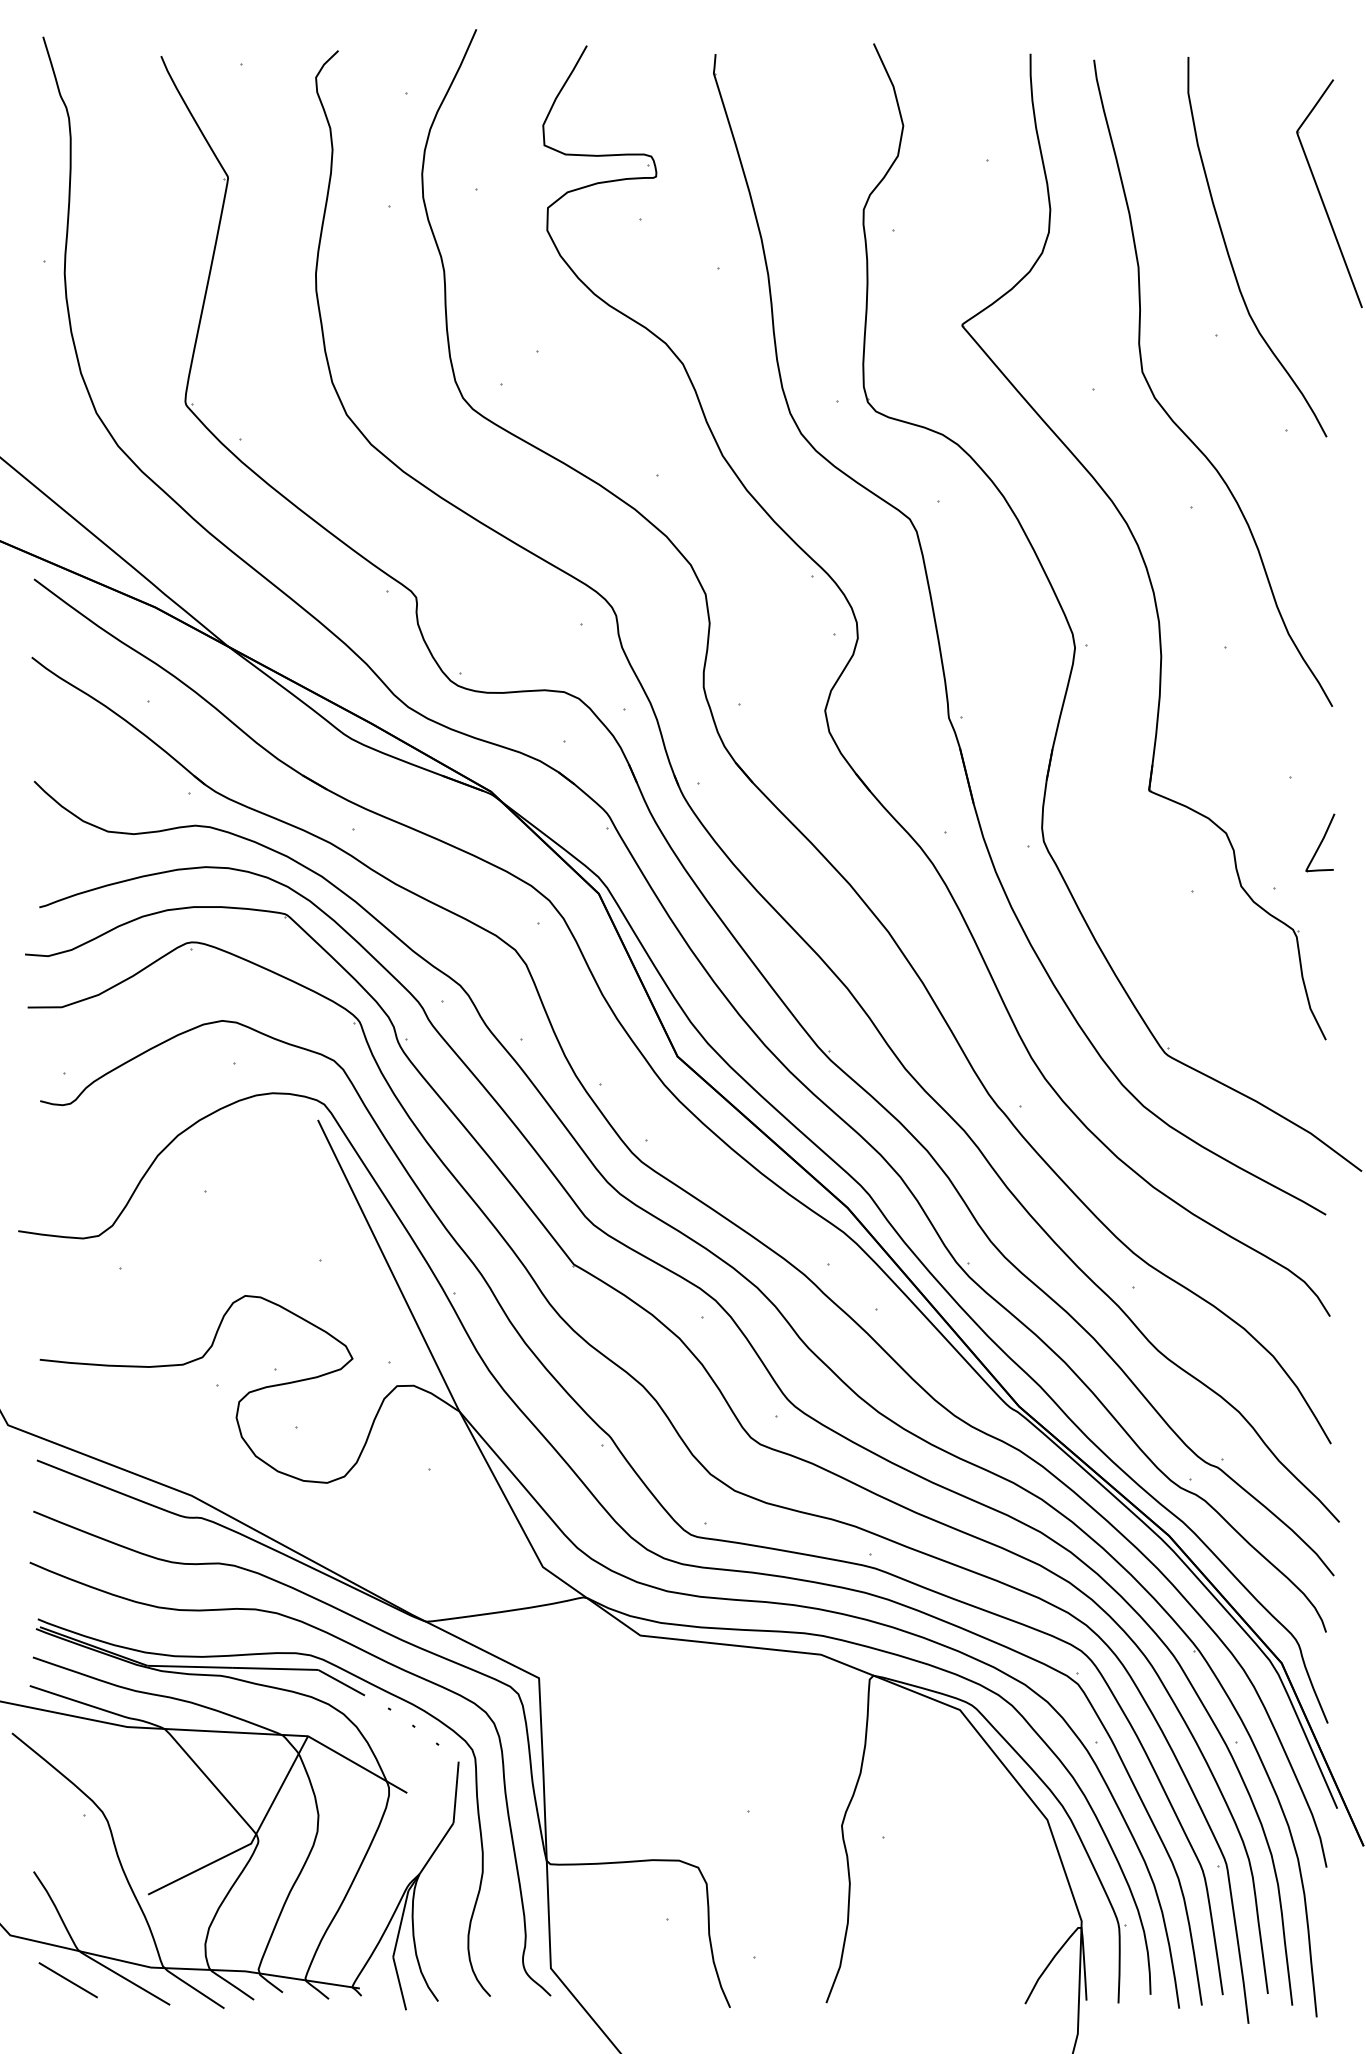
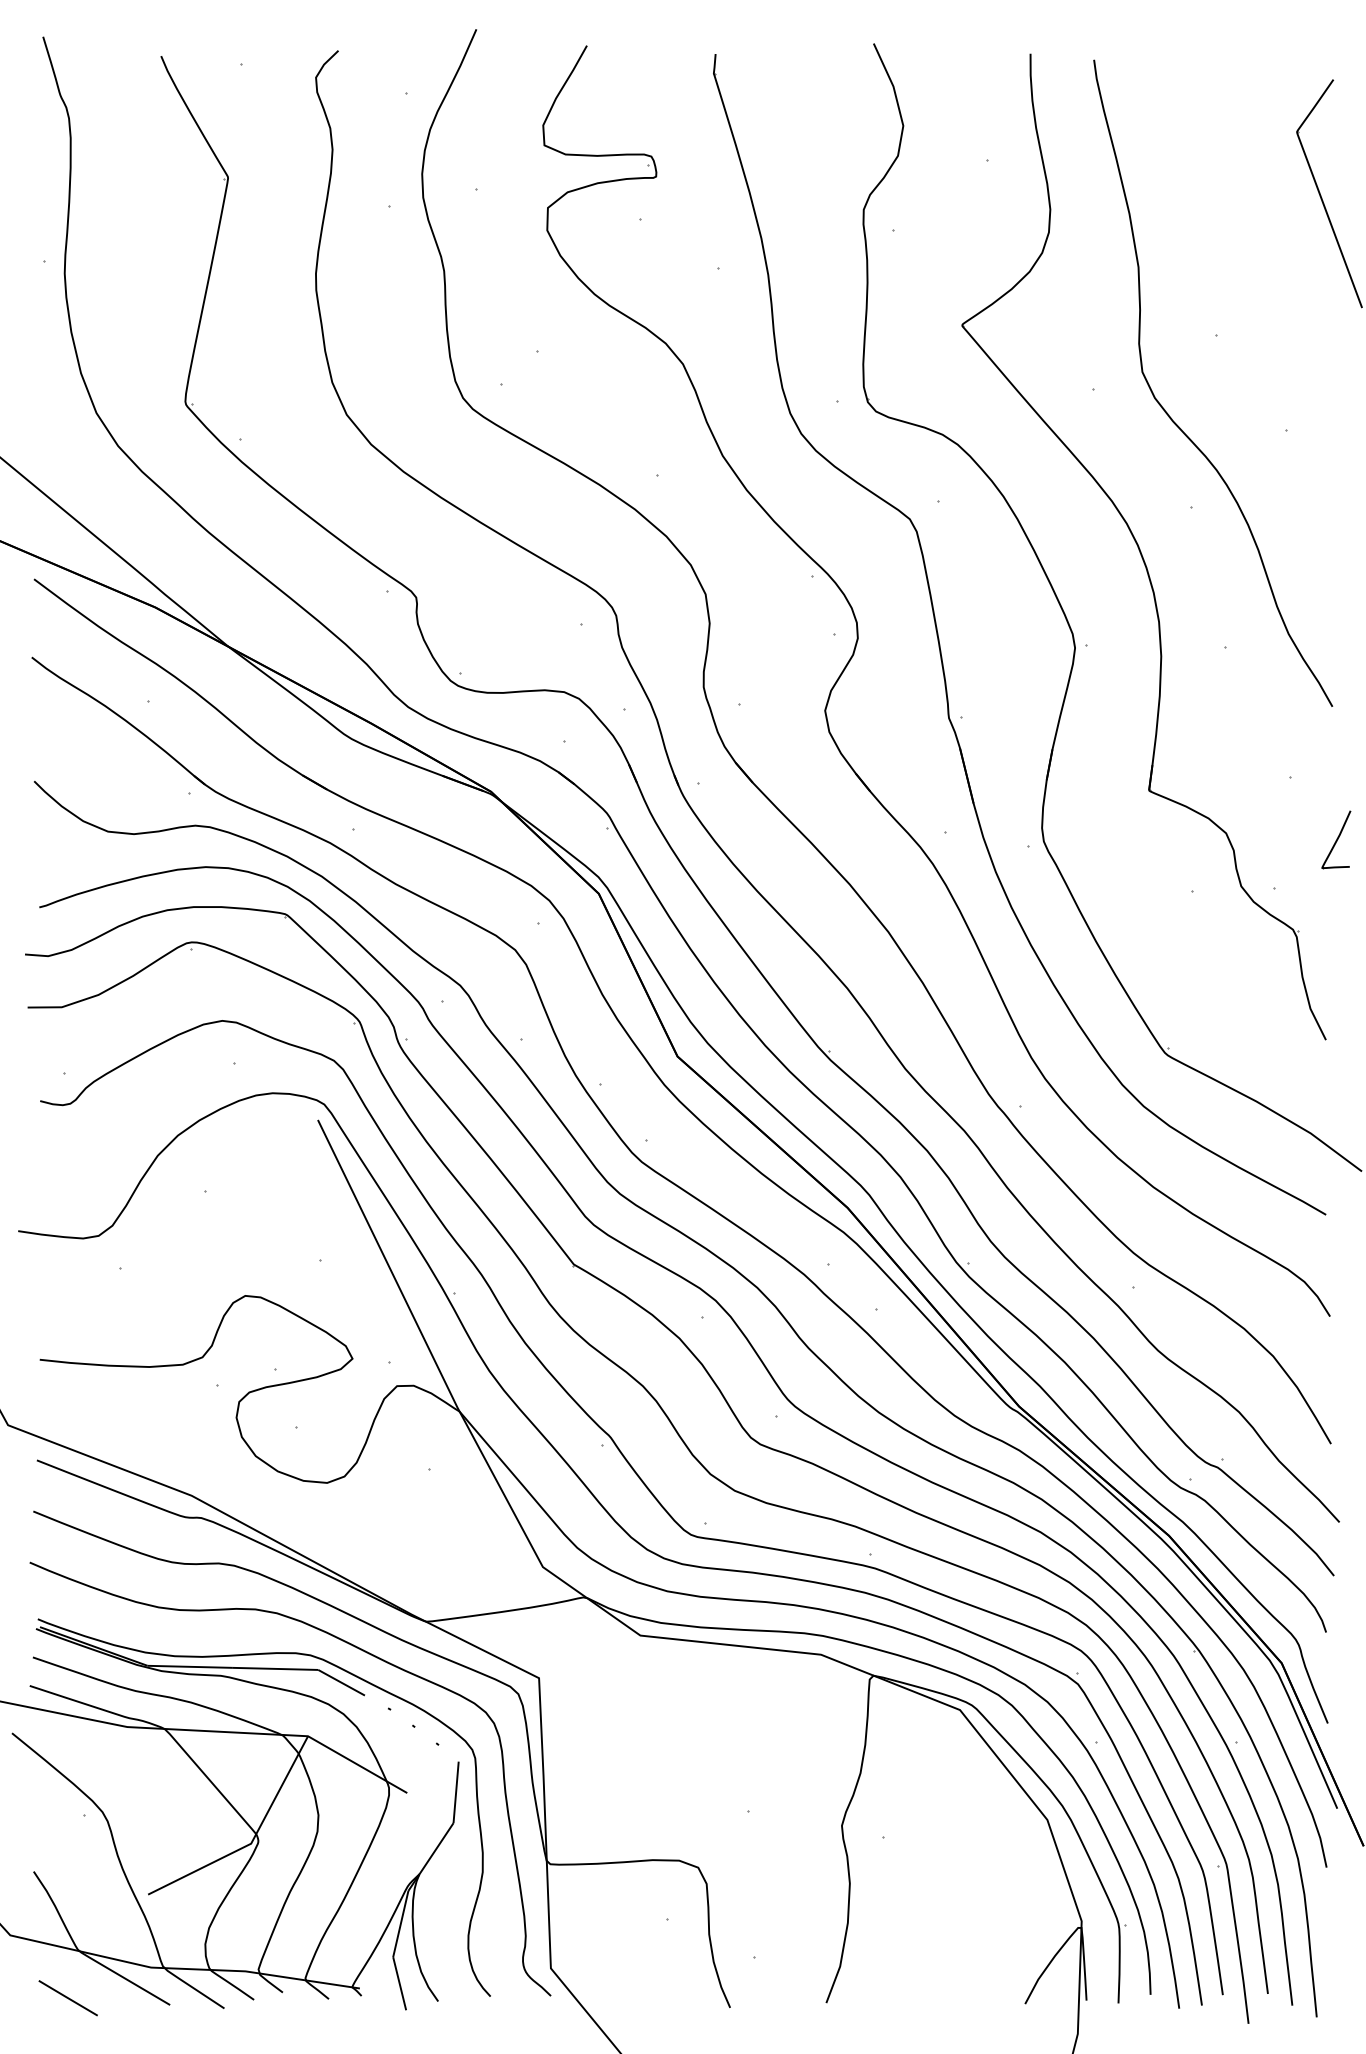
curve at (1230, 257): present -> none
part at (1320, 842) position: (1320, 842) -> (1336, 839)
line at (67, 1980) position: (67, 1980) -> (67, 1998)
